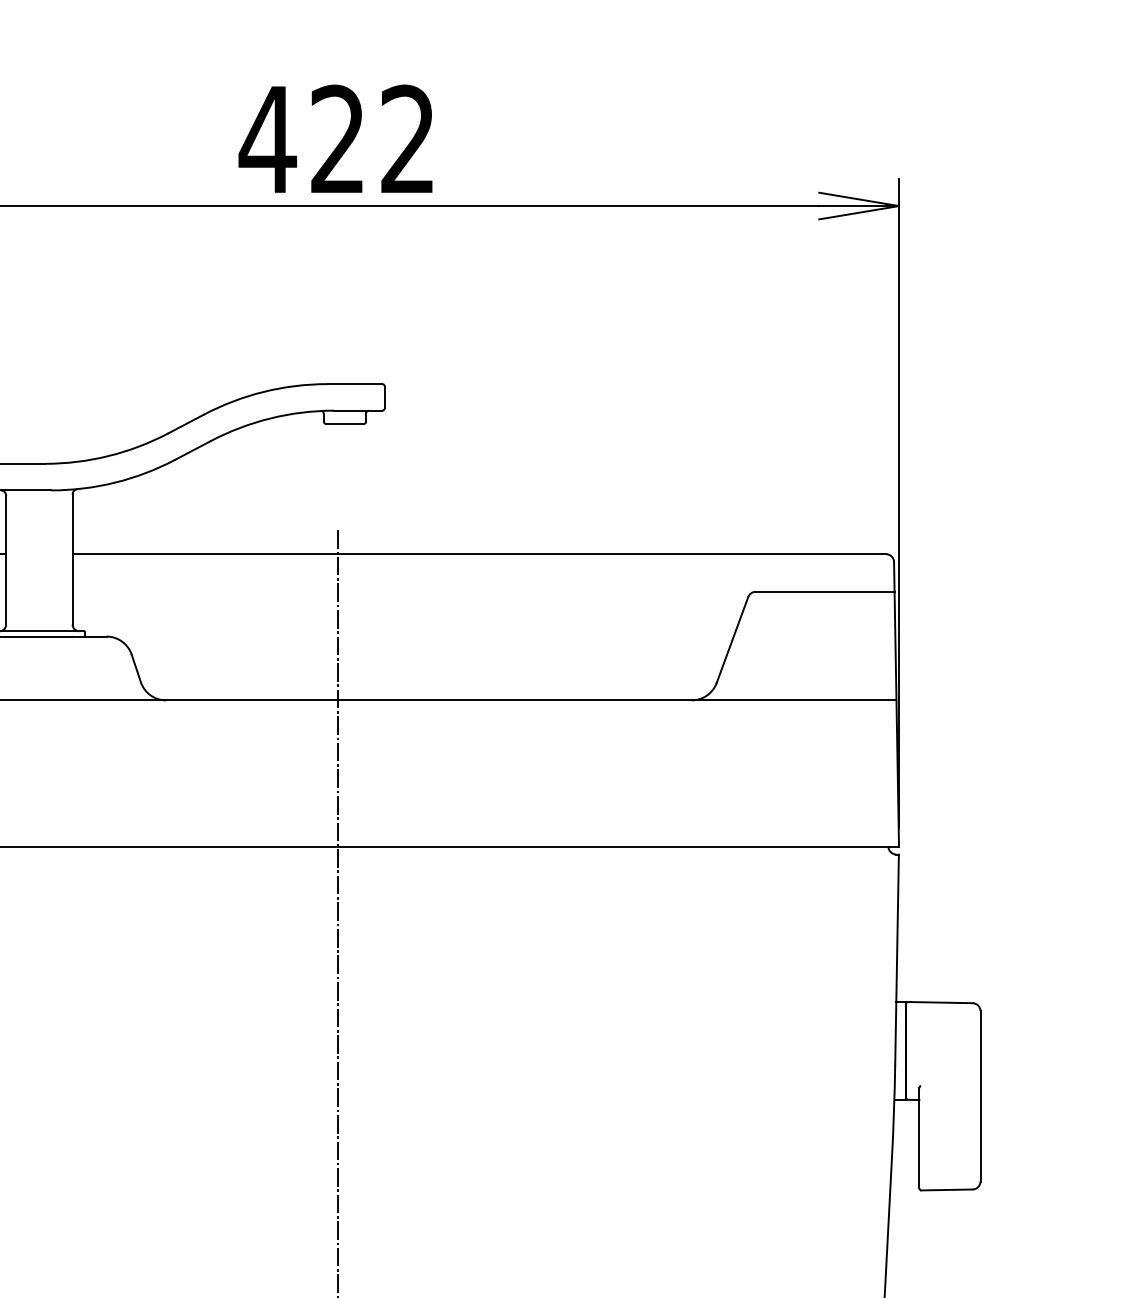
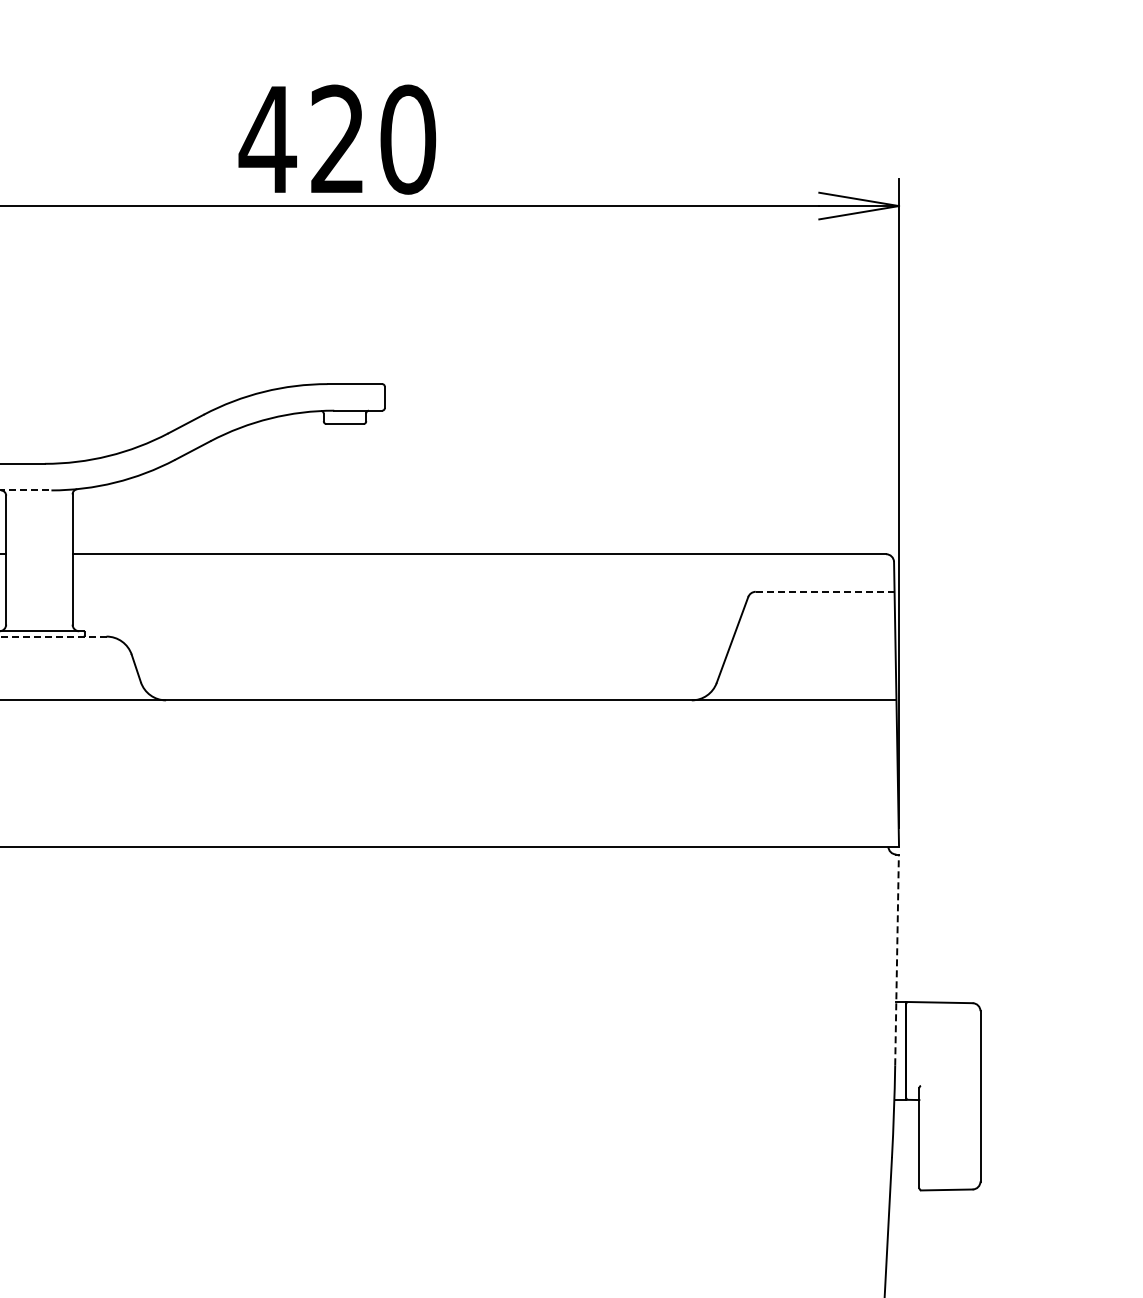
text at (408, 139): 422 -> 420
line at (26, 490): solid -> dashed
line at (824, 591): solid -> dashed
line at (53, 636): solid -> dashed
line at (338, 912): present -> none
line at (897, 959): solid -> dashed
